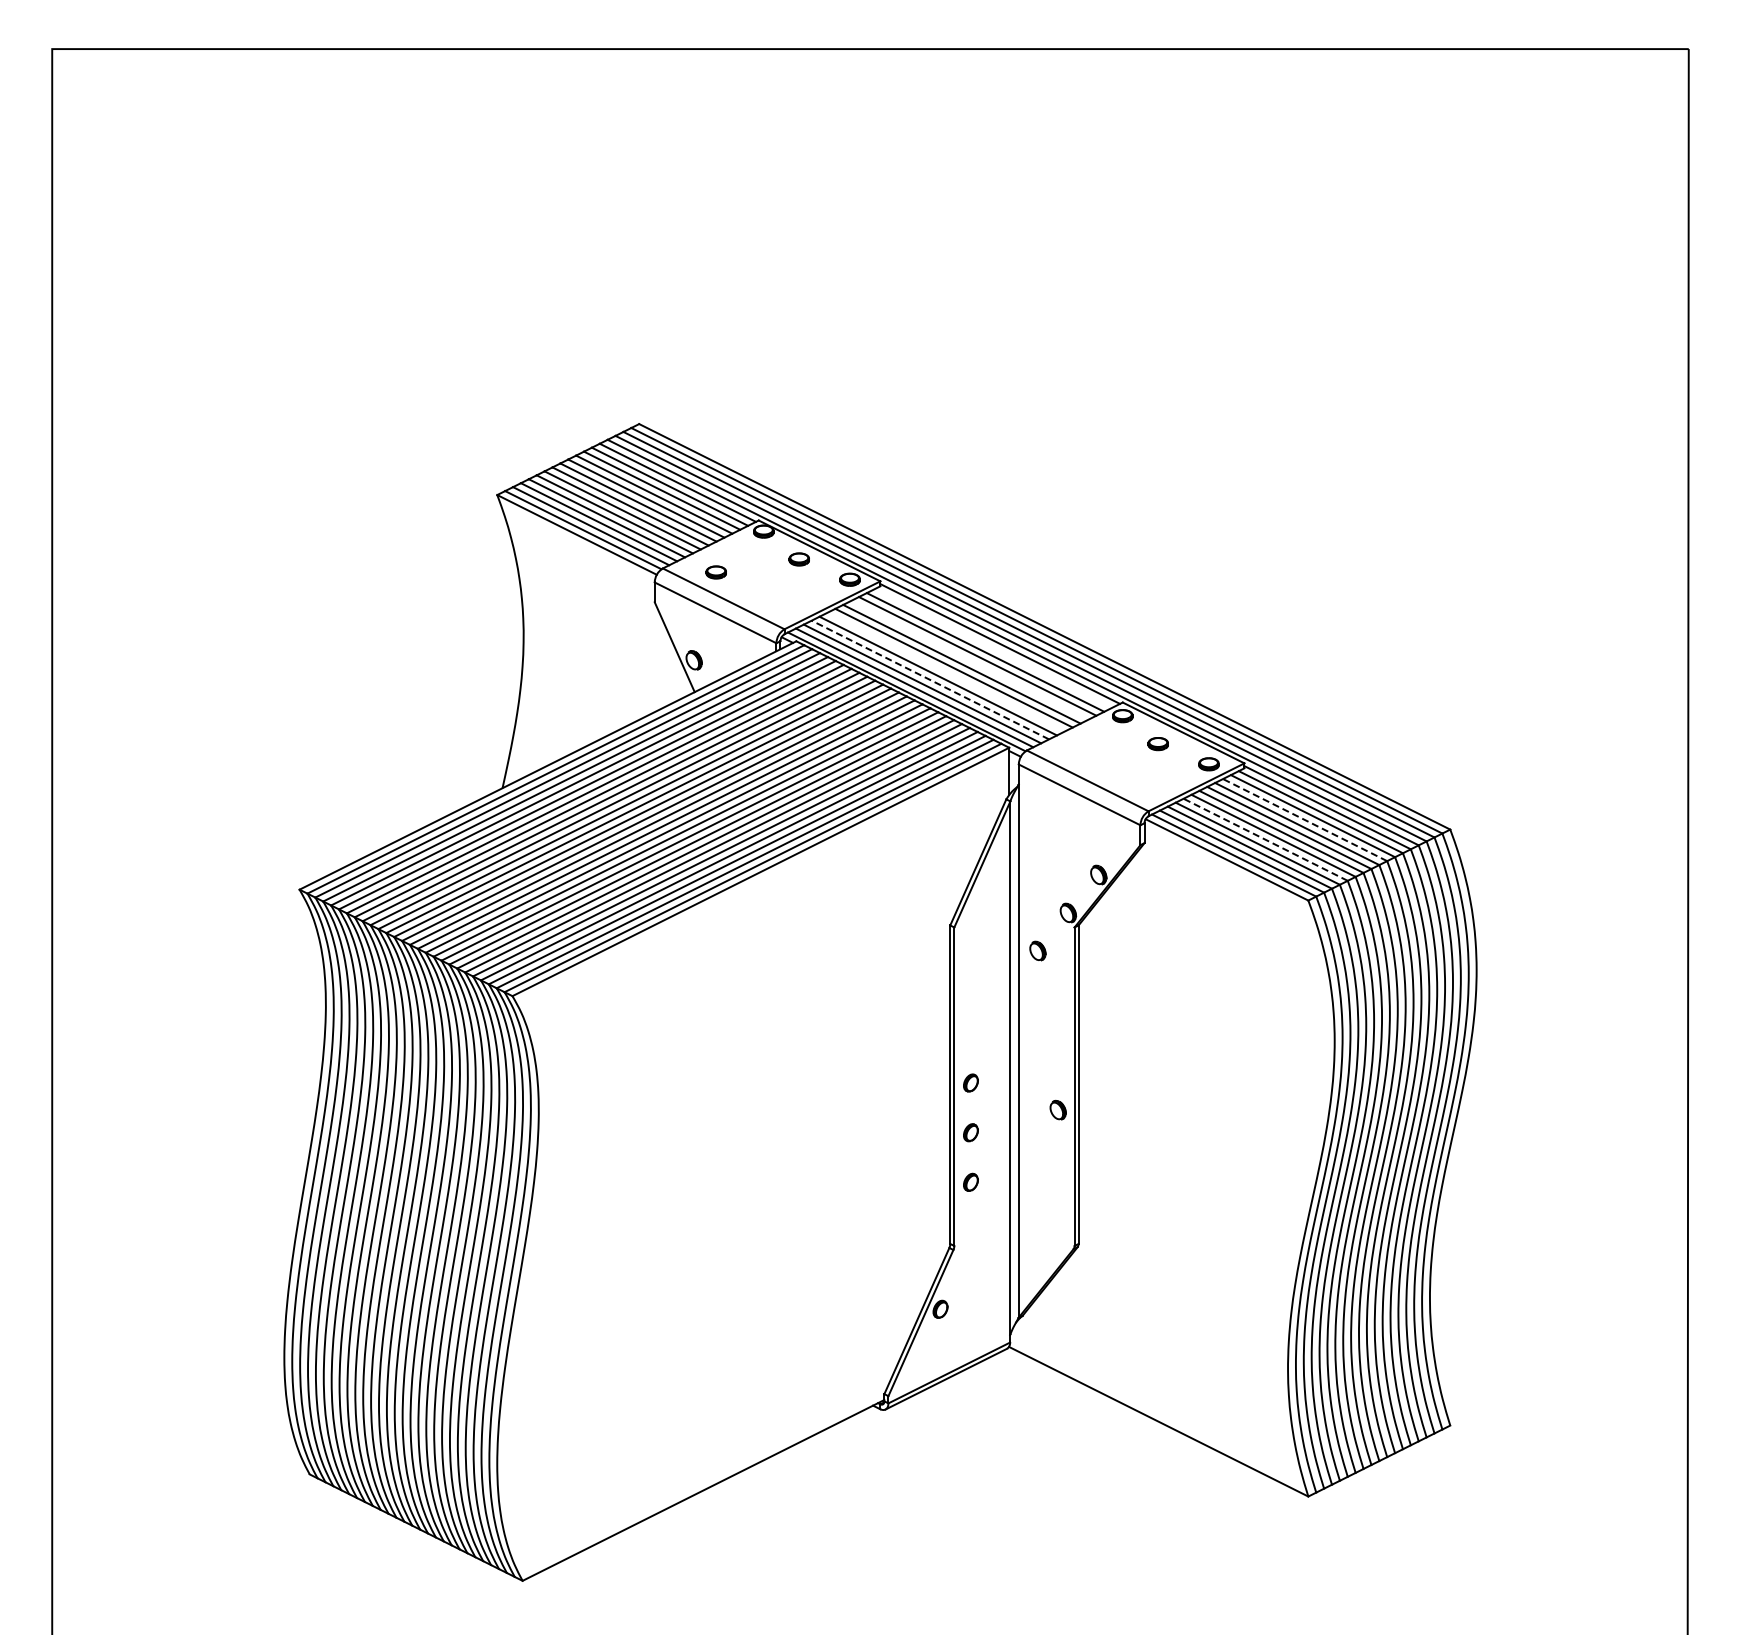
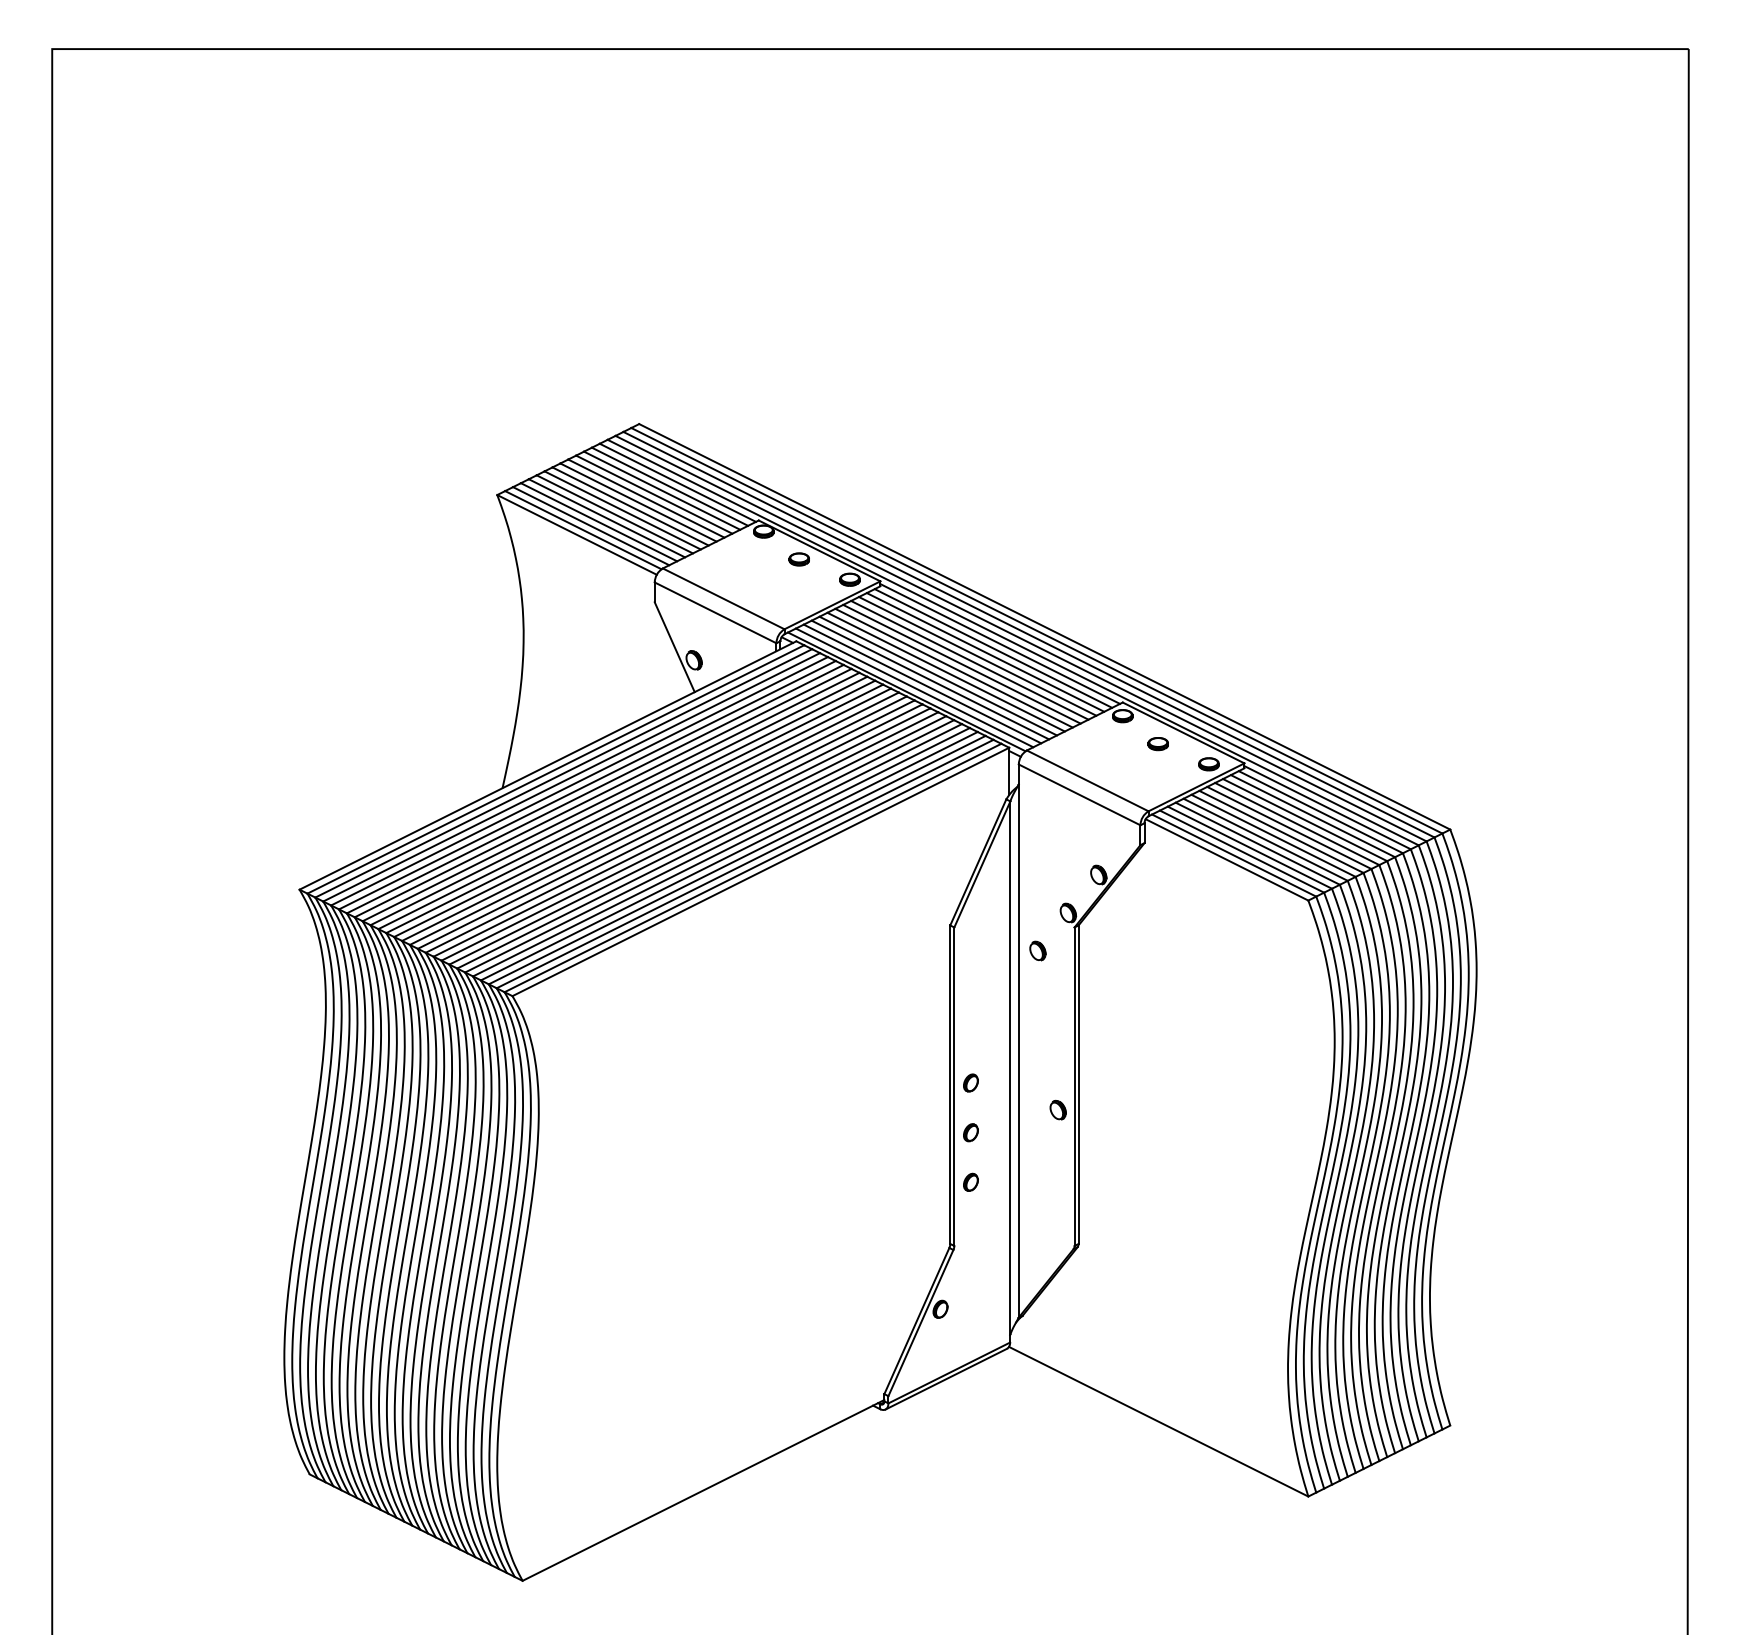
part at (715, 572): present -> none
line at (993, 648): none -> present
line at (969, 659): none -> present
line at (945, 671): none -> present
line at (930, 680): dashed -> solid
line at (1305, 820): dashed -> solid
line at (1265, 839): dashed -> solid
